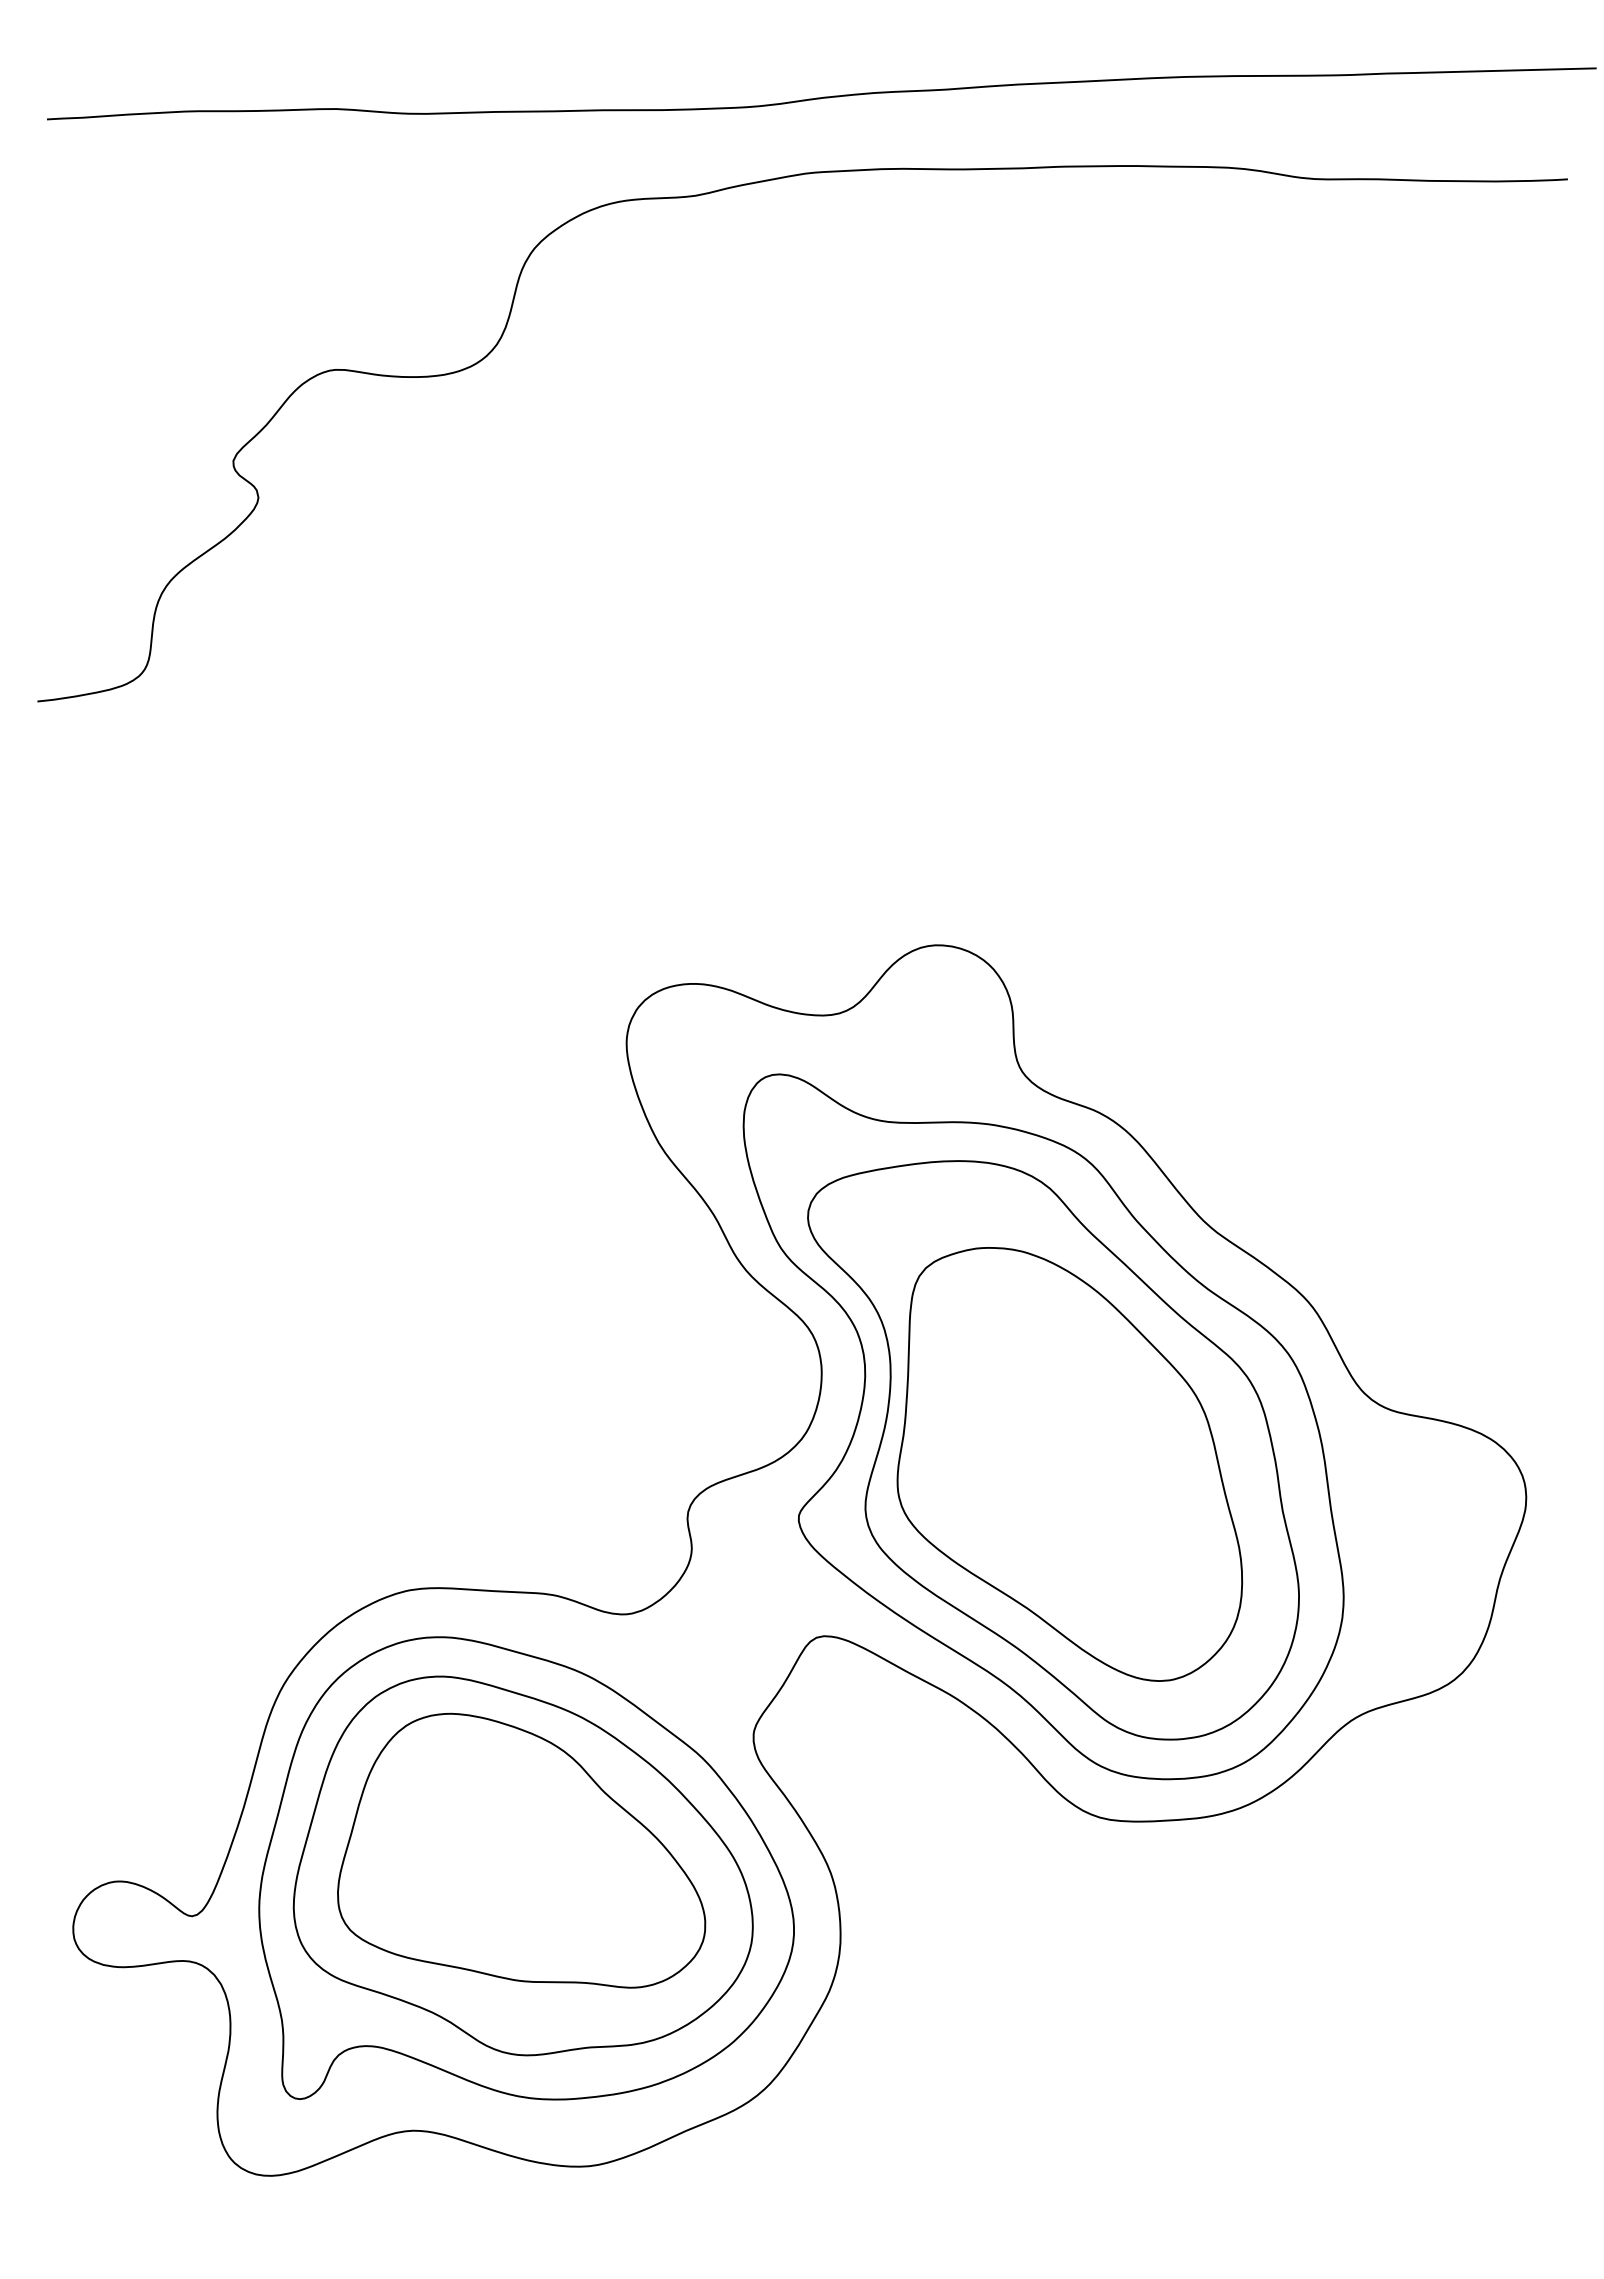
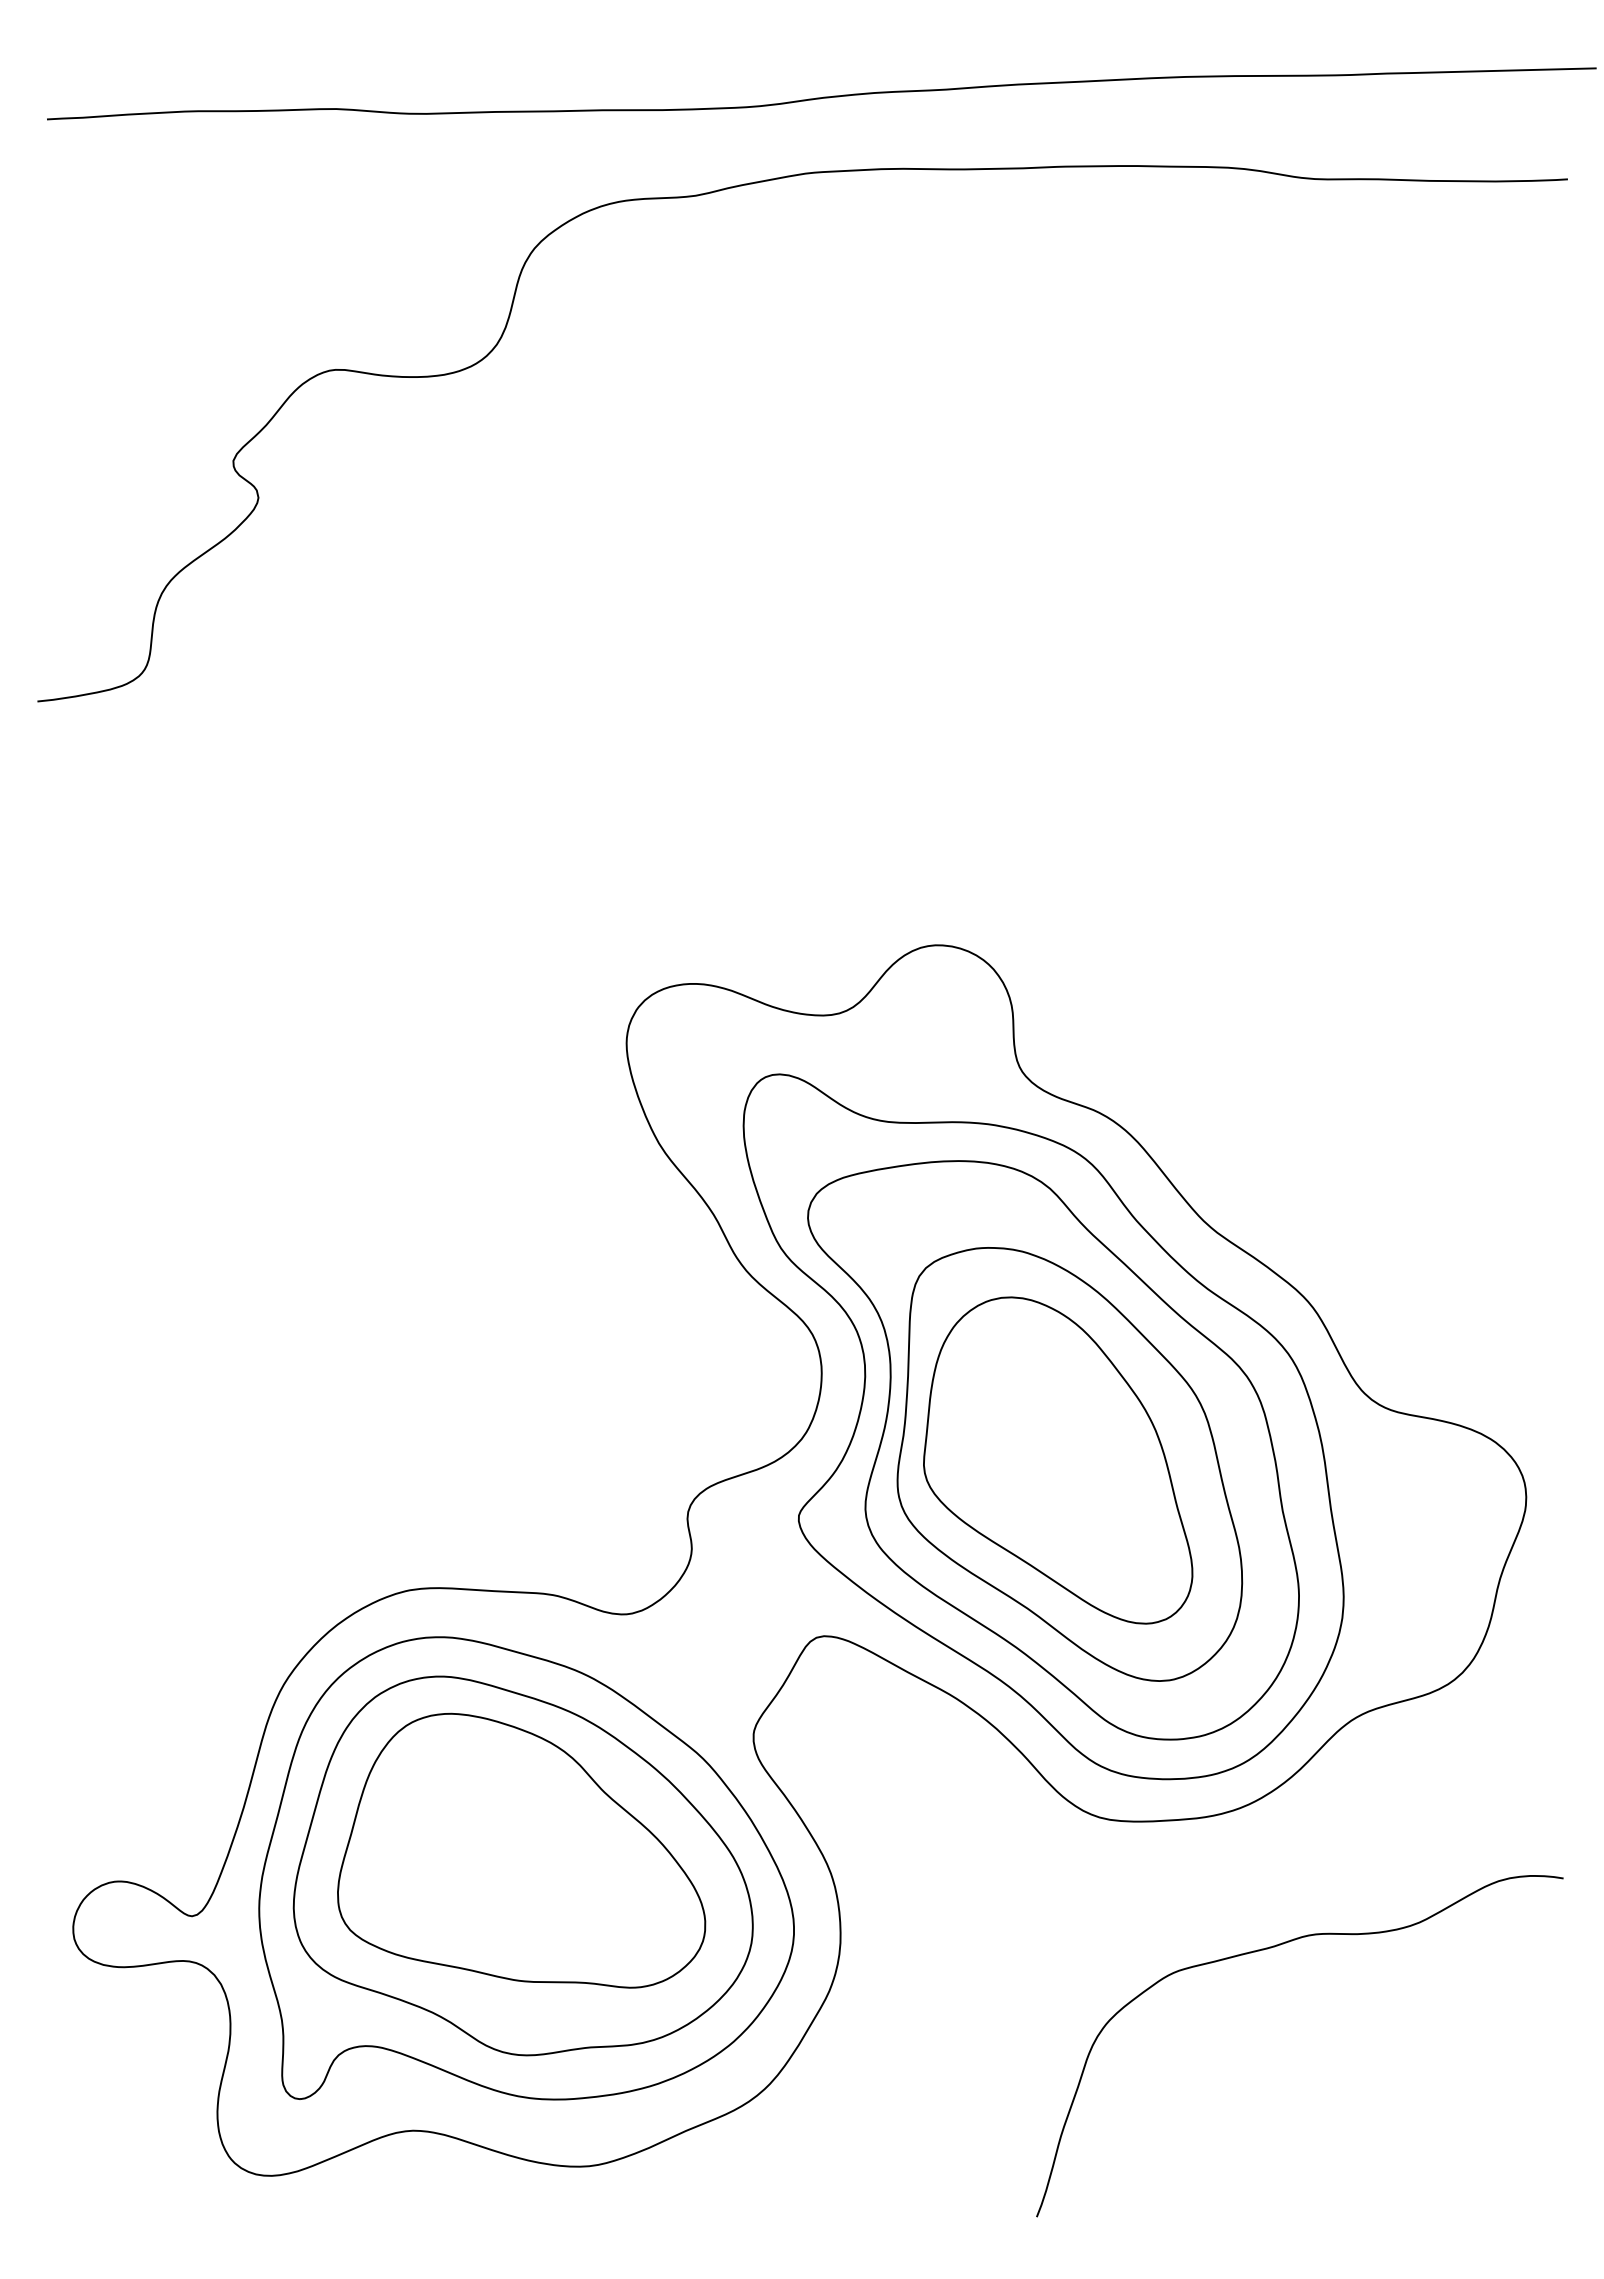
part at (1058, 1460): none -> present
curve at (1271, 1948): none -> present
